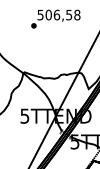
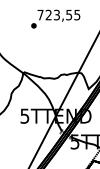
text at (58, 14): 506,58 -> 723,55
